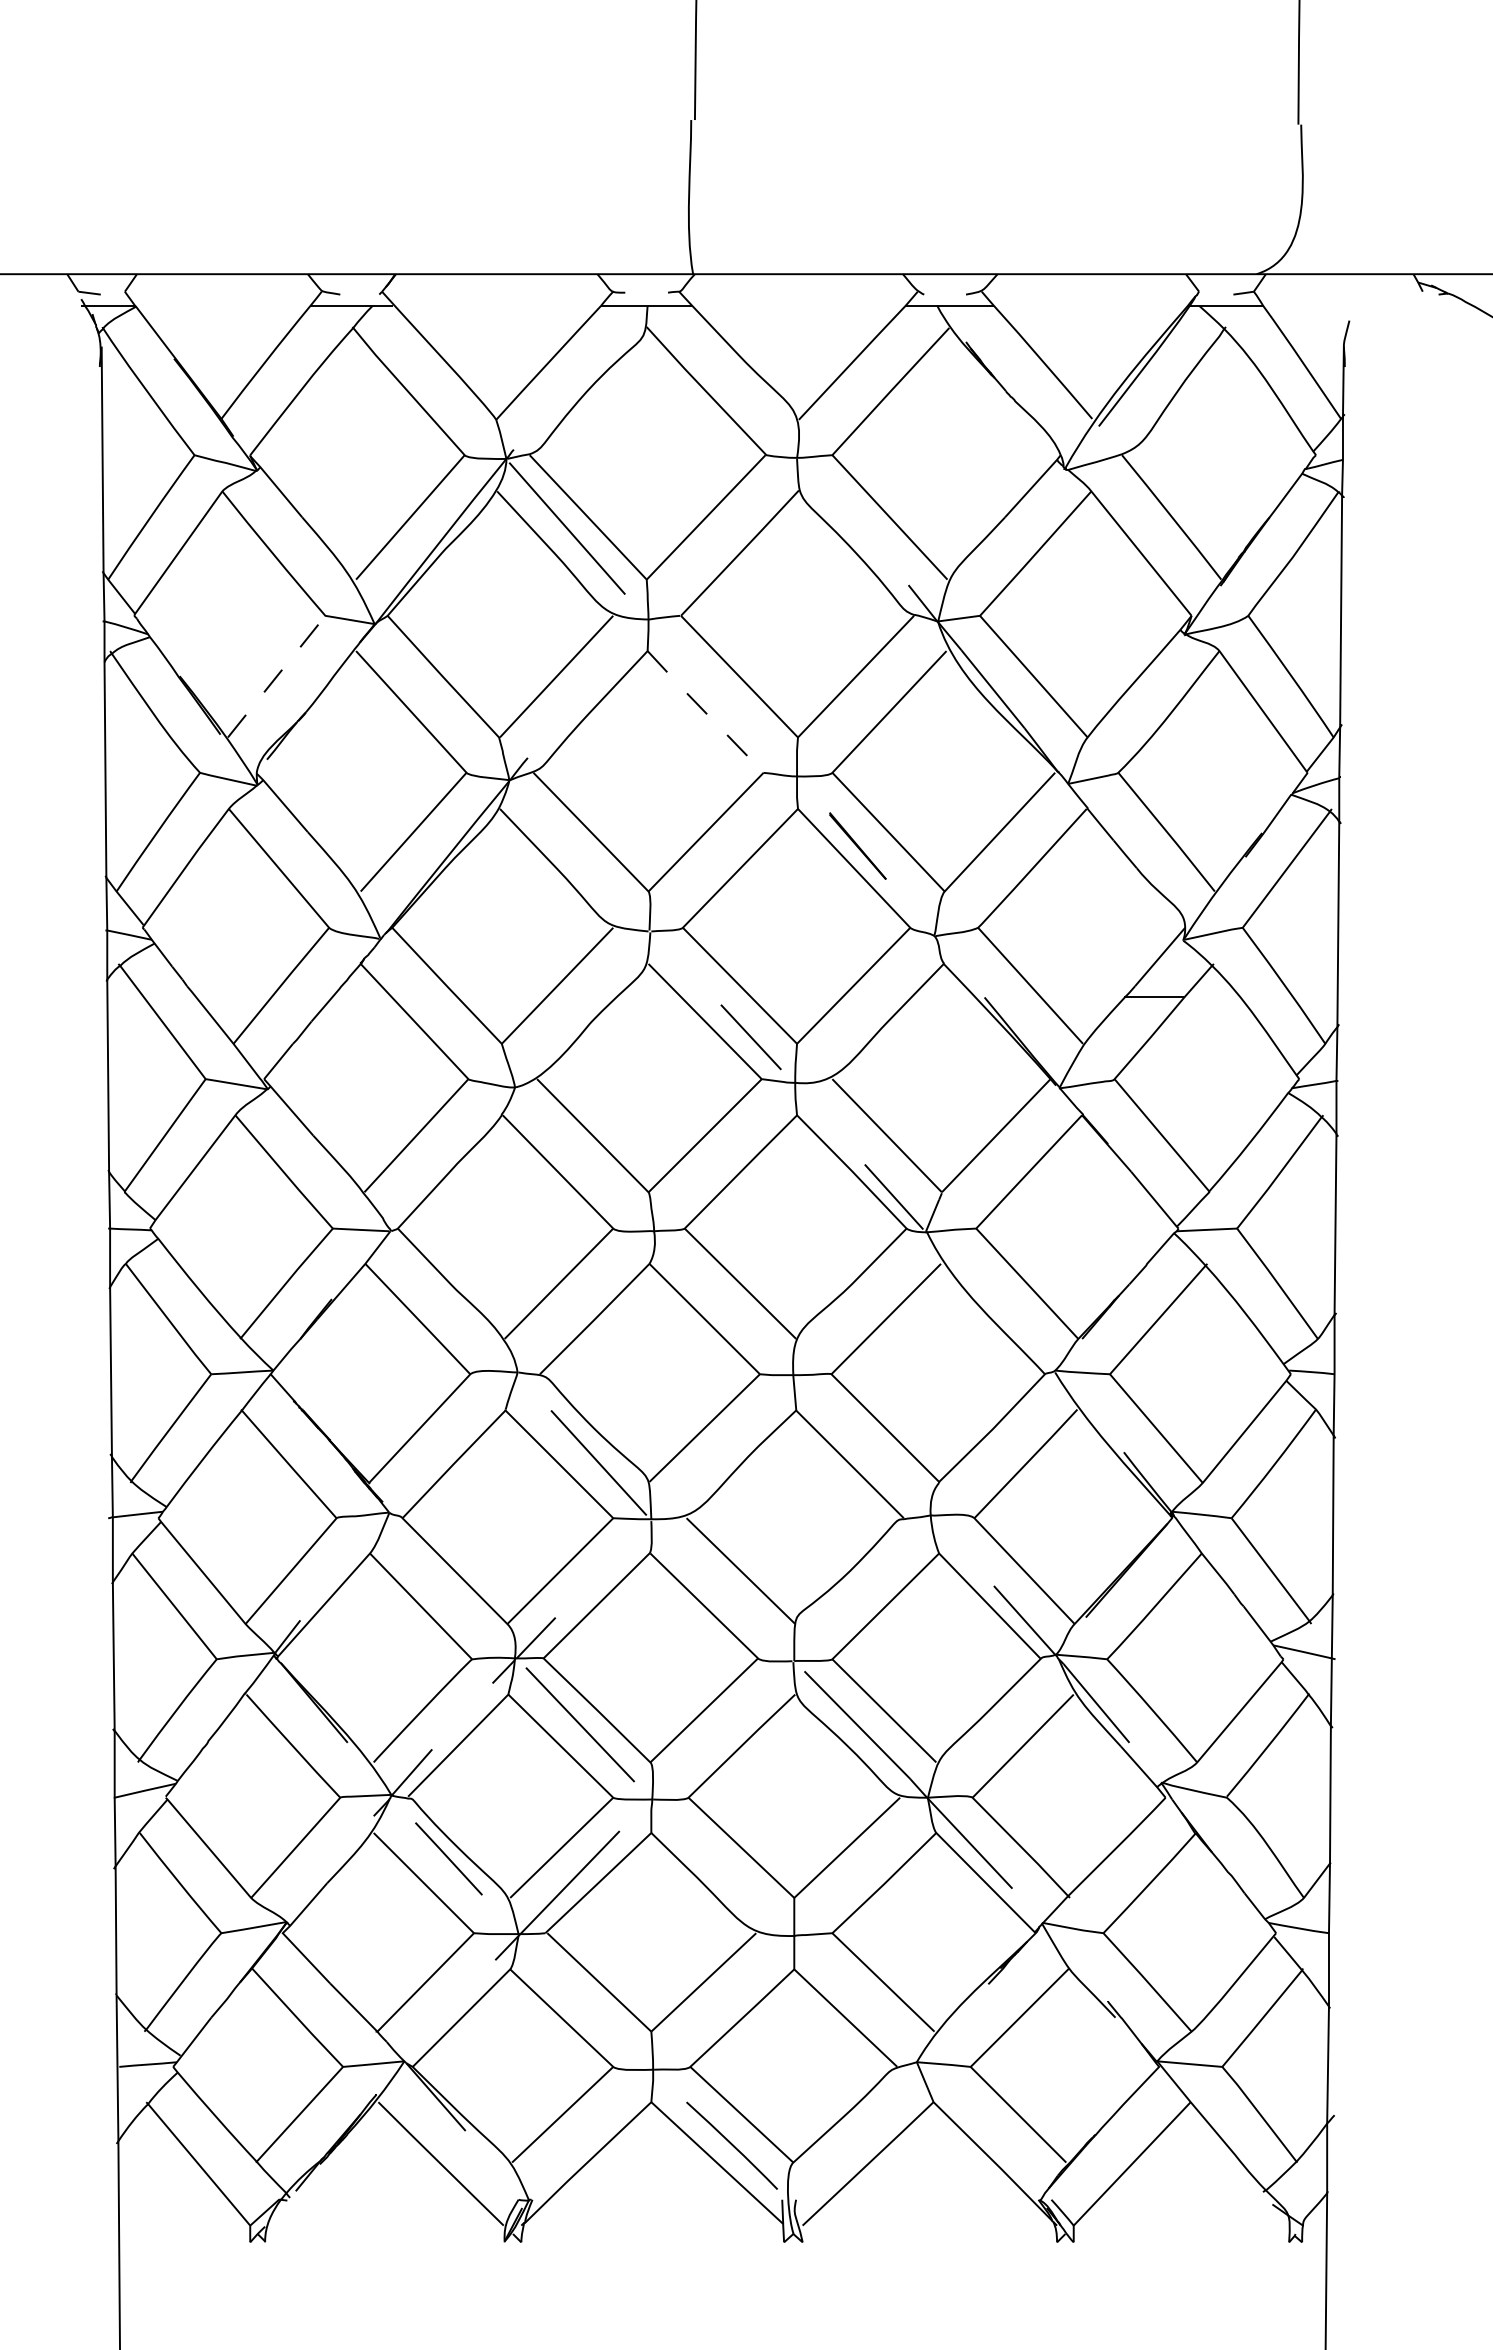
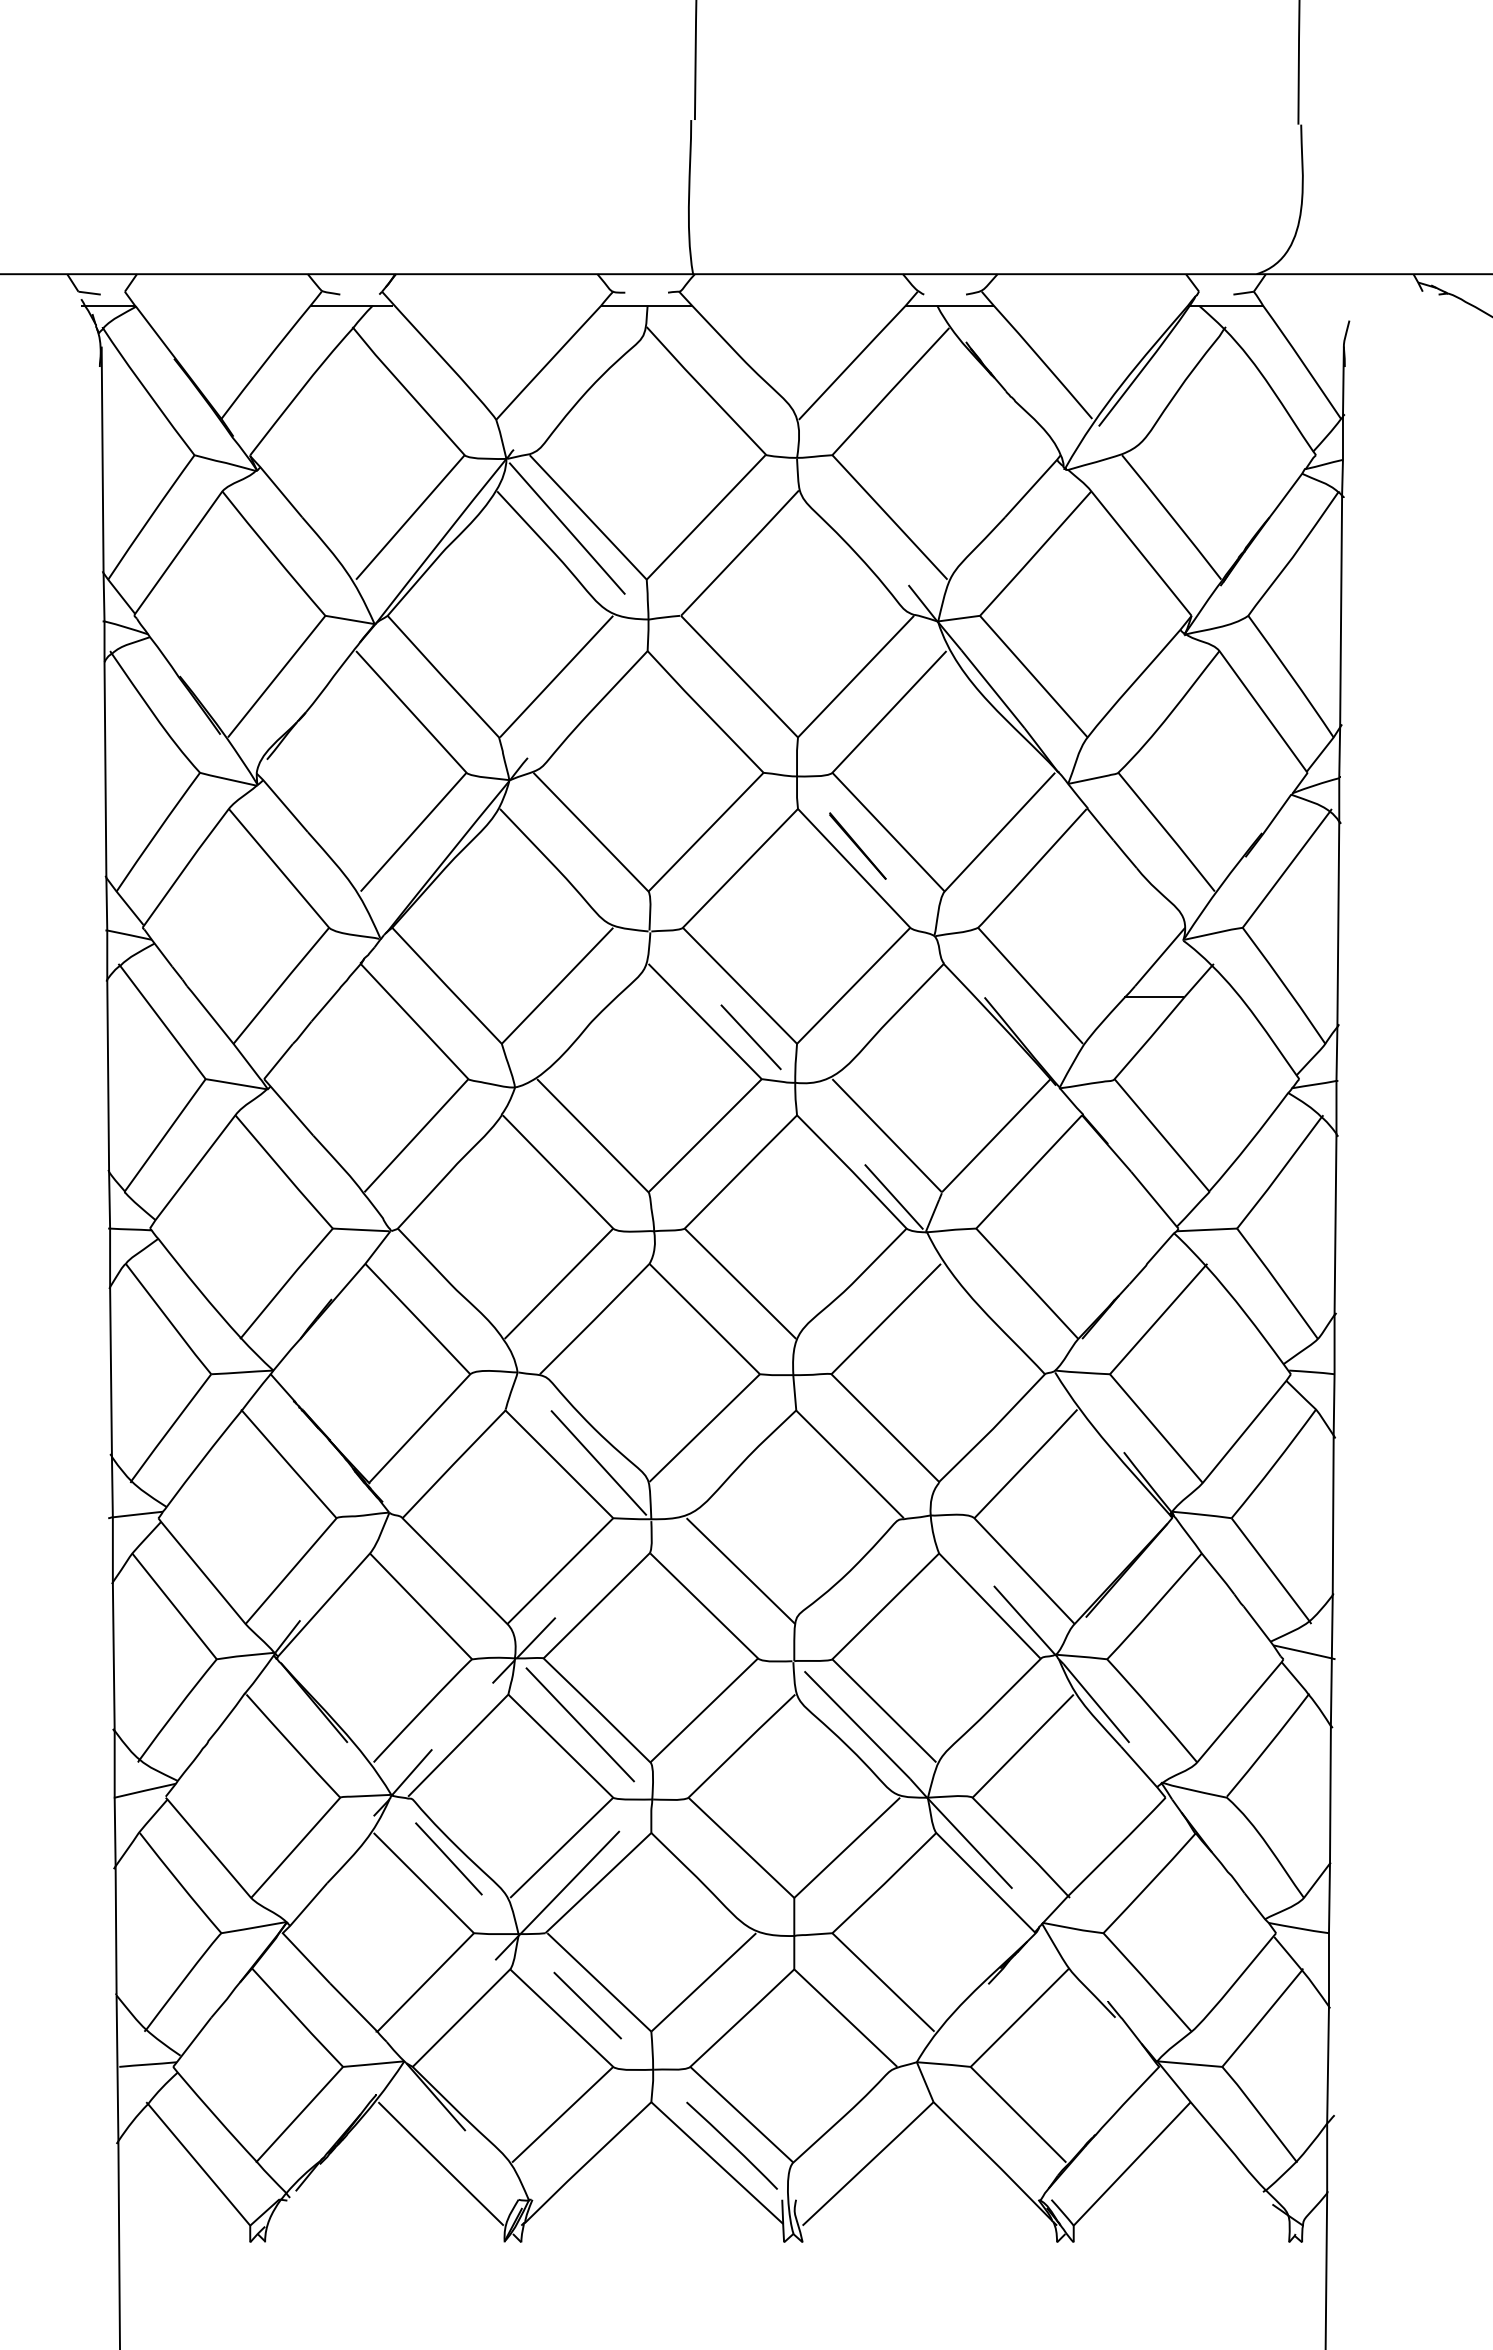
line at (276, 676): dashed -> solid
line at (704, 711): dashed -> solid
line at (587, 2005): none -> present
